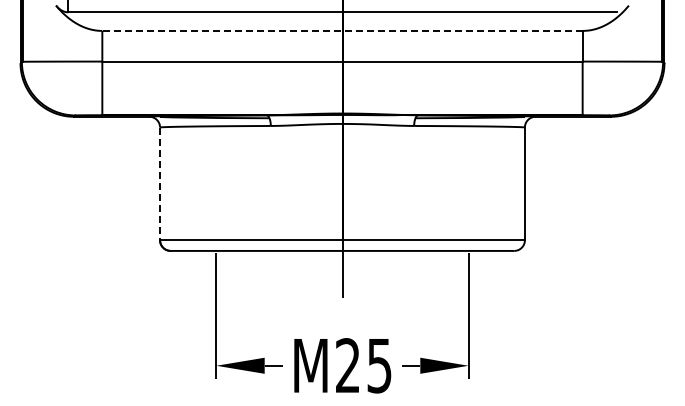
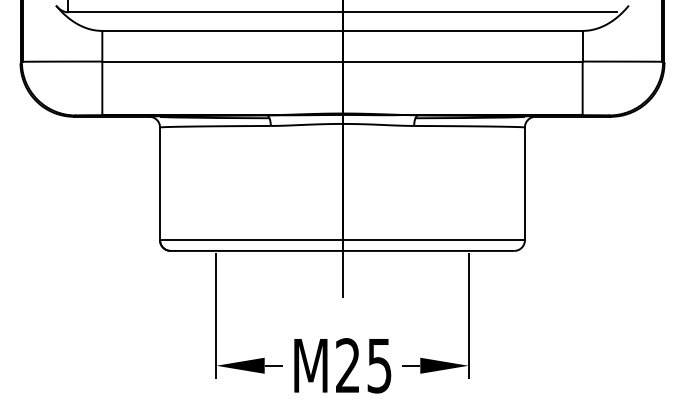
line at (341, 30): dashed -> solid
line at (160, 184): dashed -> solid
